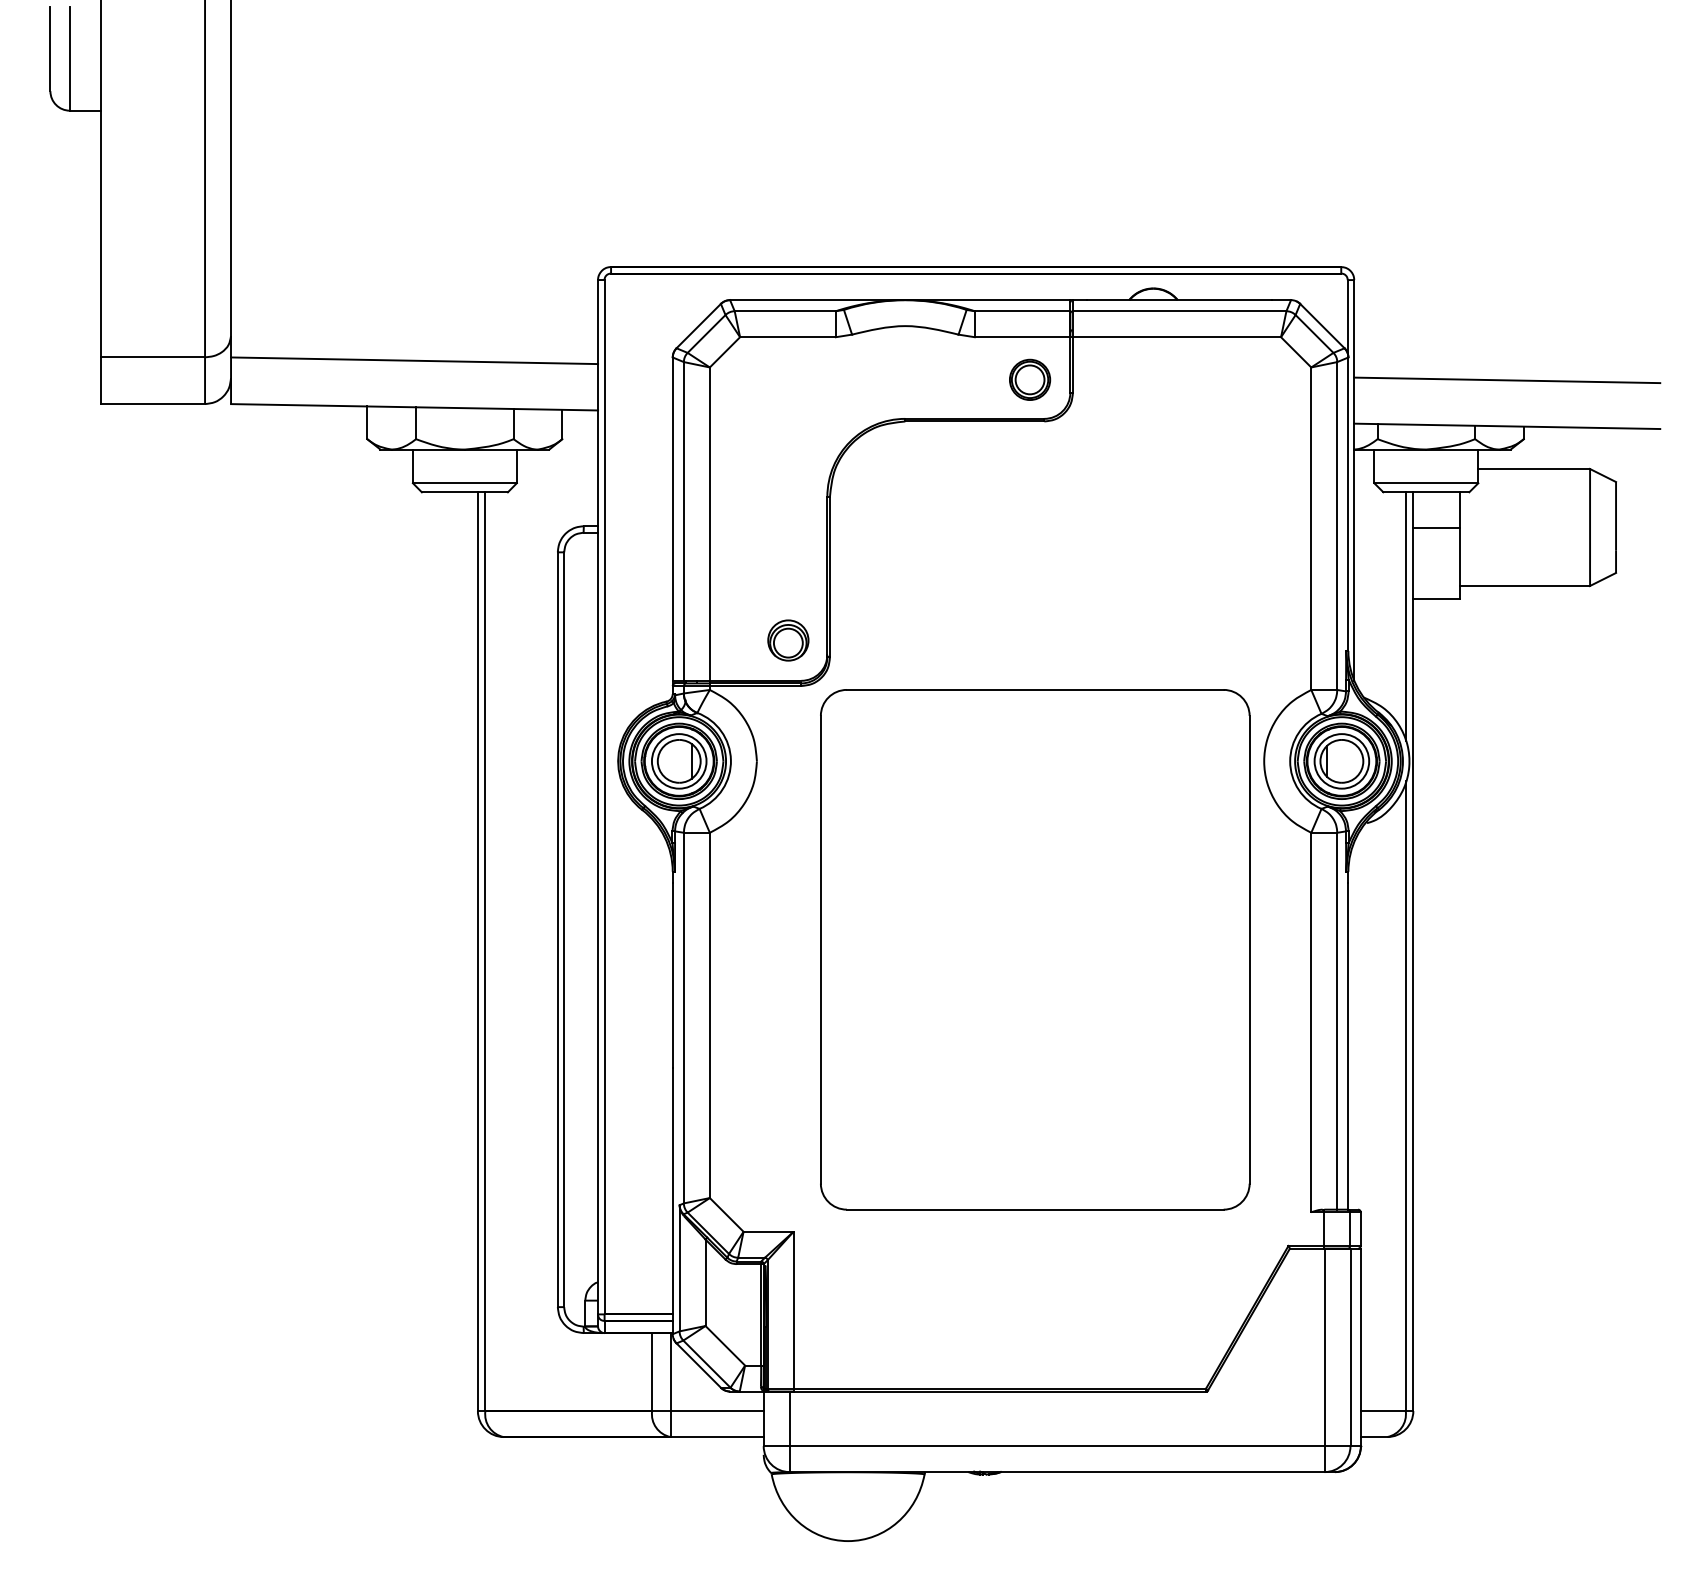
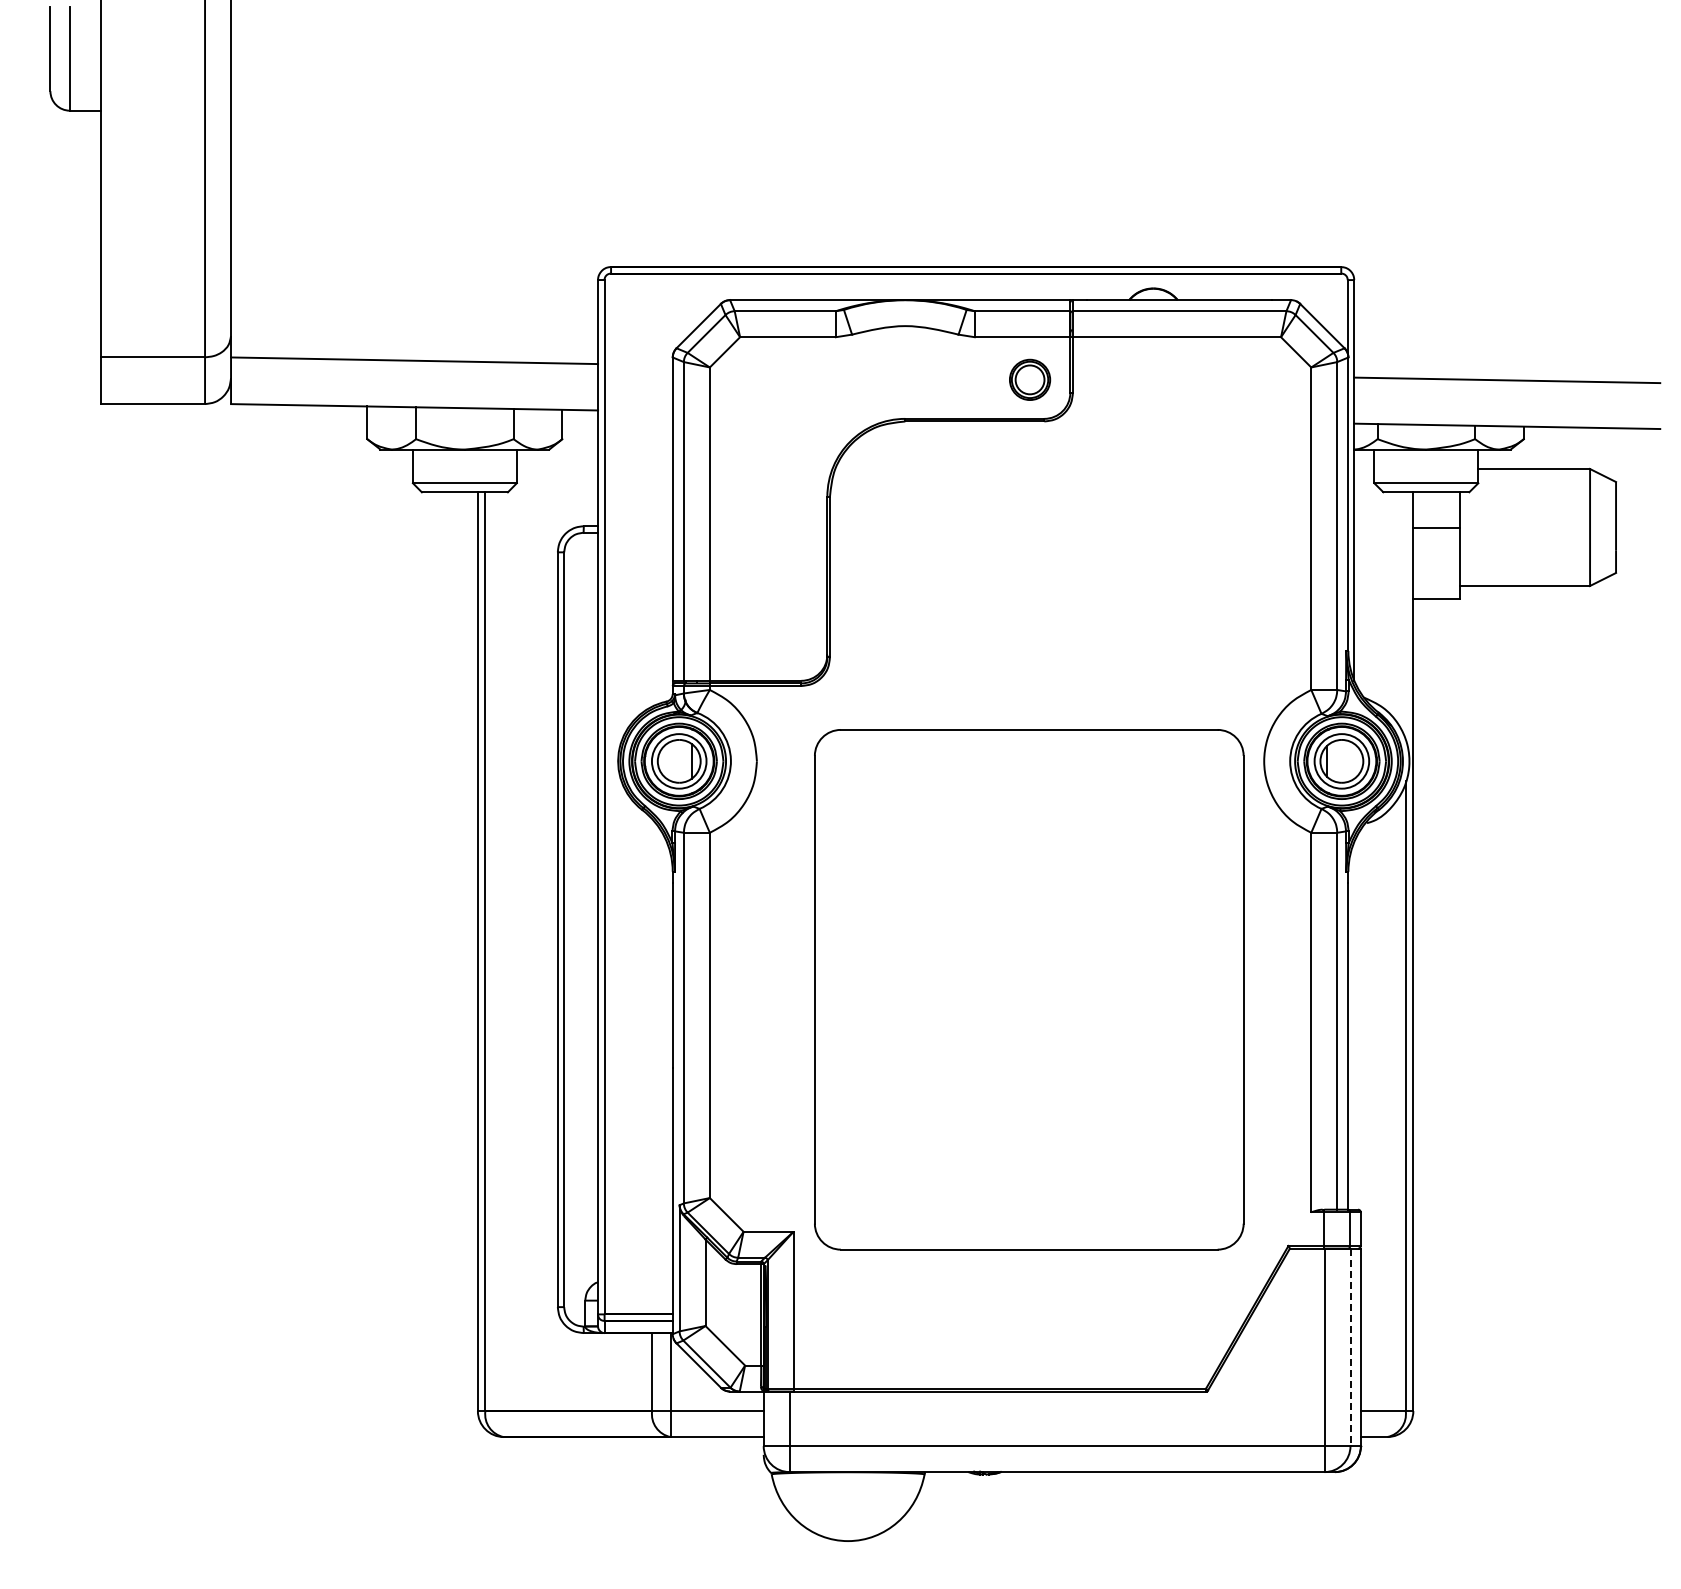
line at (1405, 616): present -> none
part at (788, 640): present -> none
part at (1035, 949) position: (1035, 949) -> (1029, 989)
line at (1350, 1347): solid -> dashed
